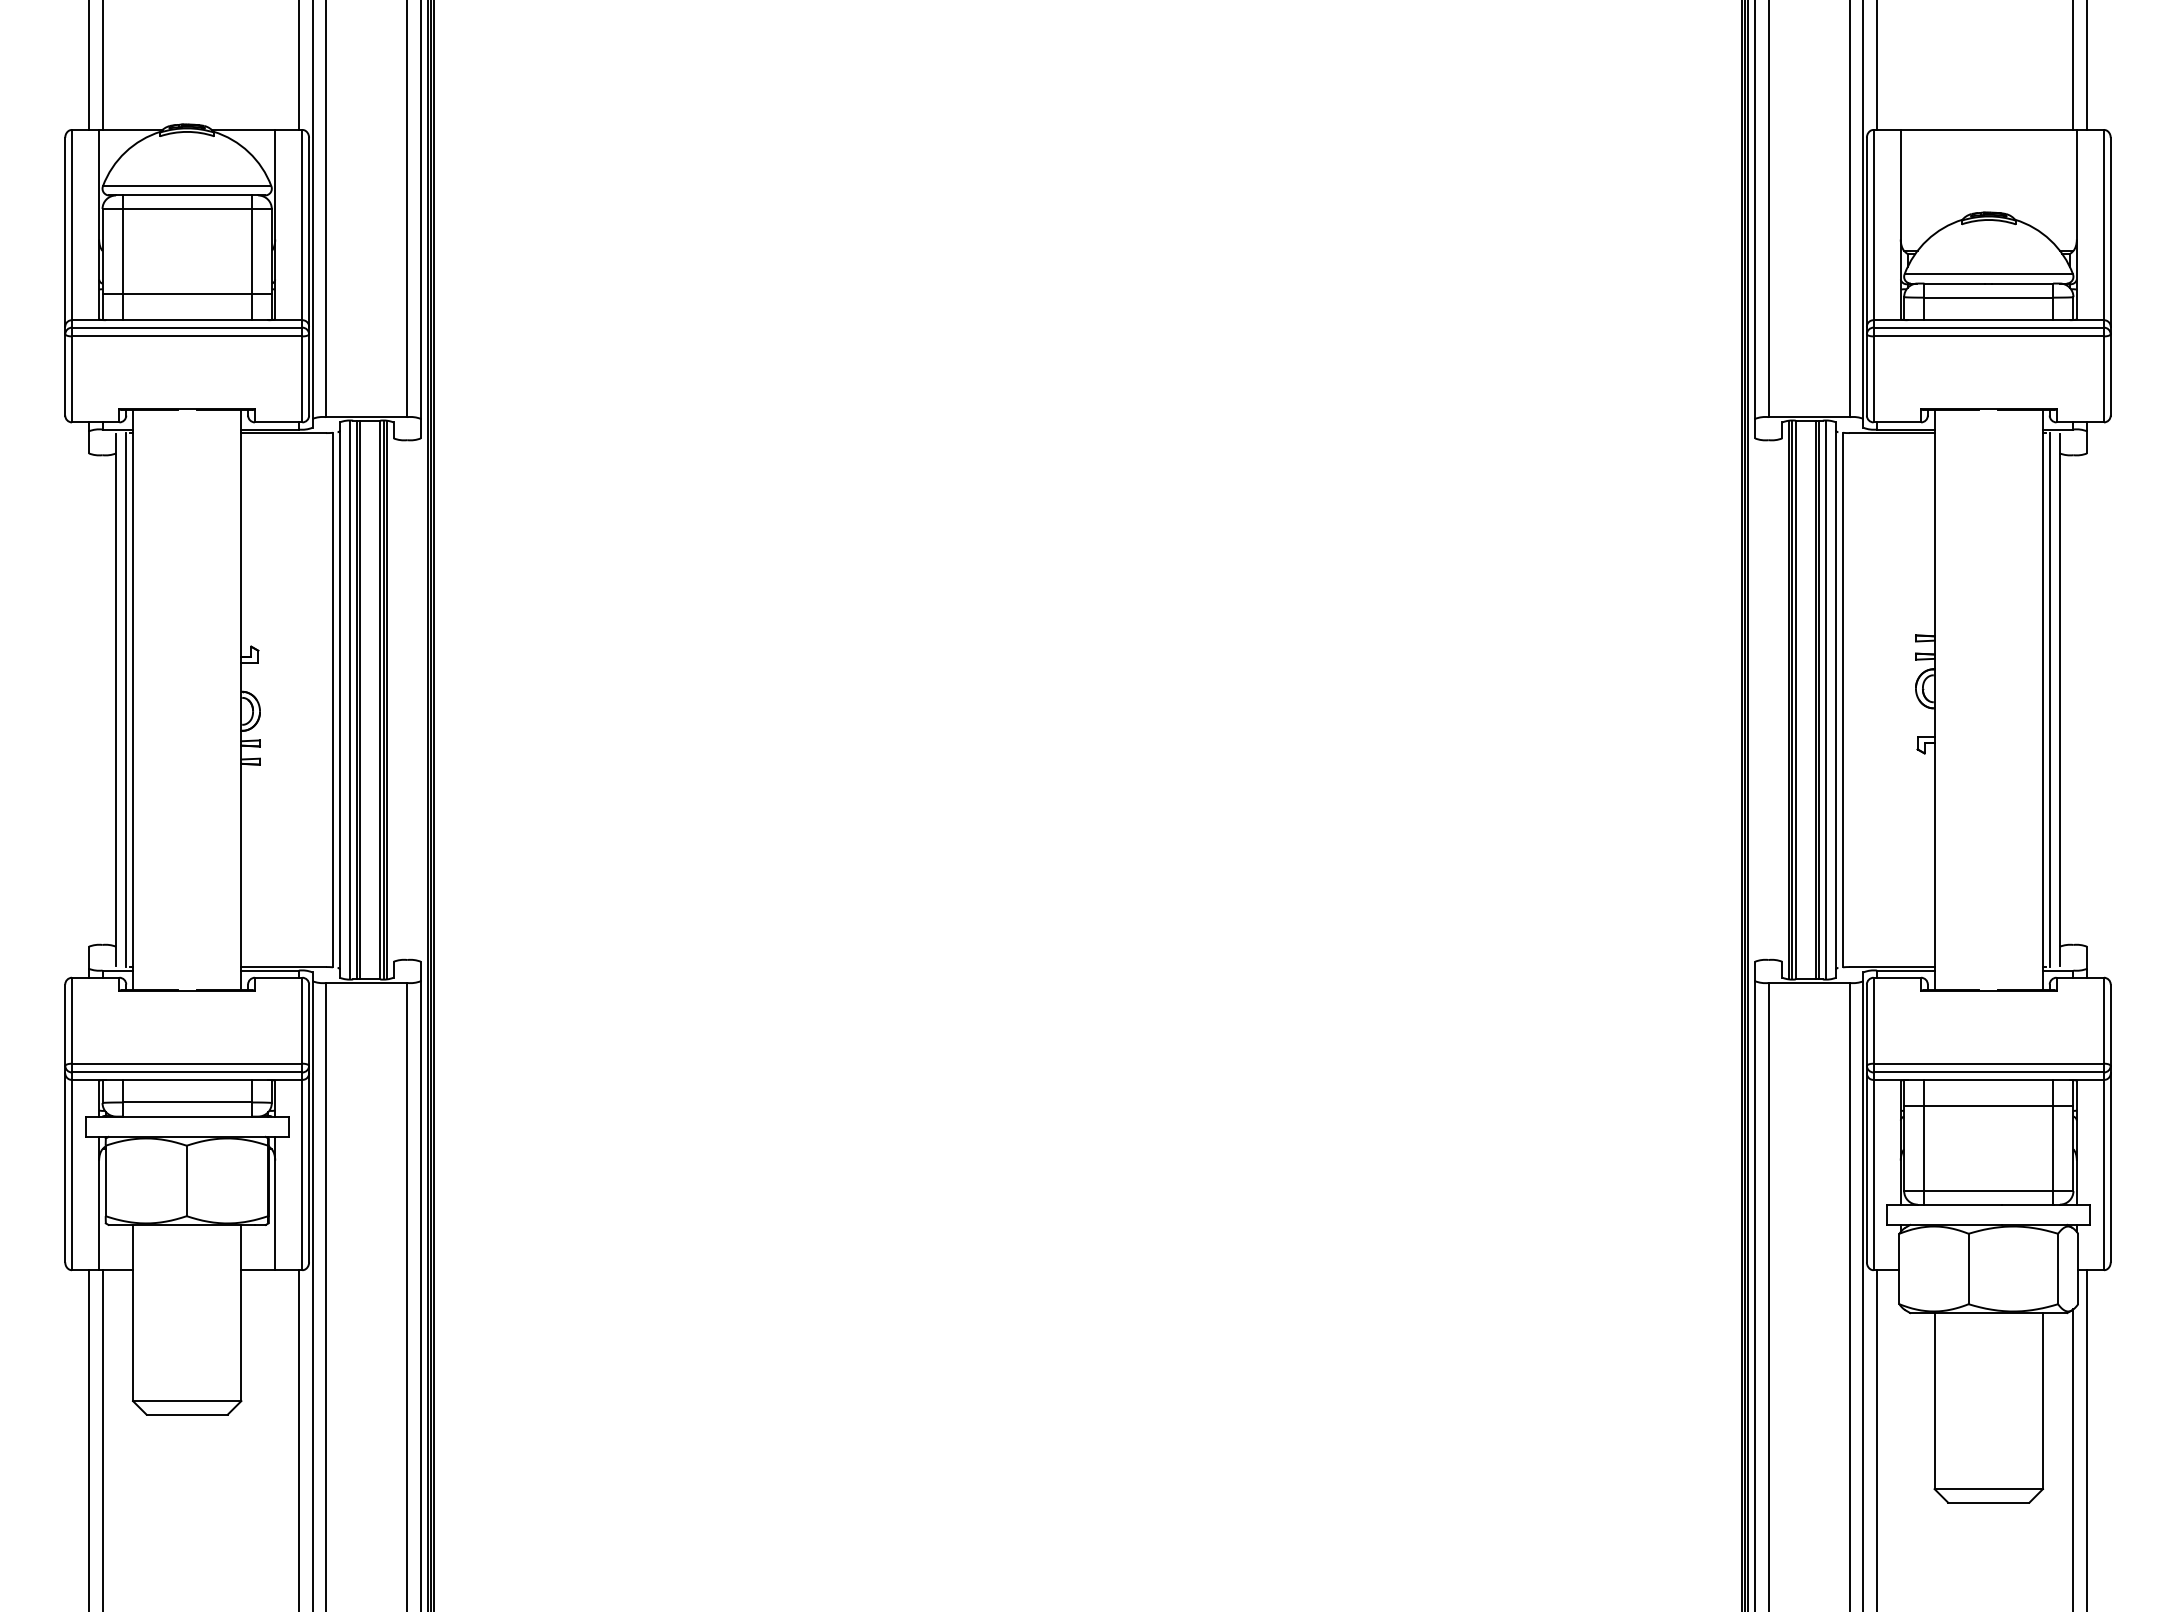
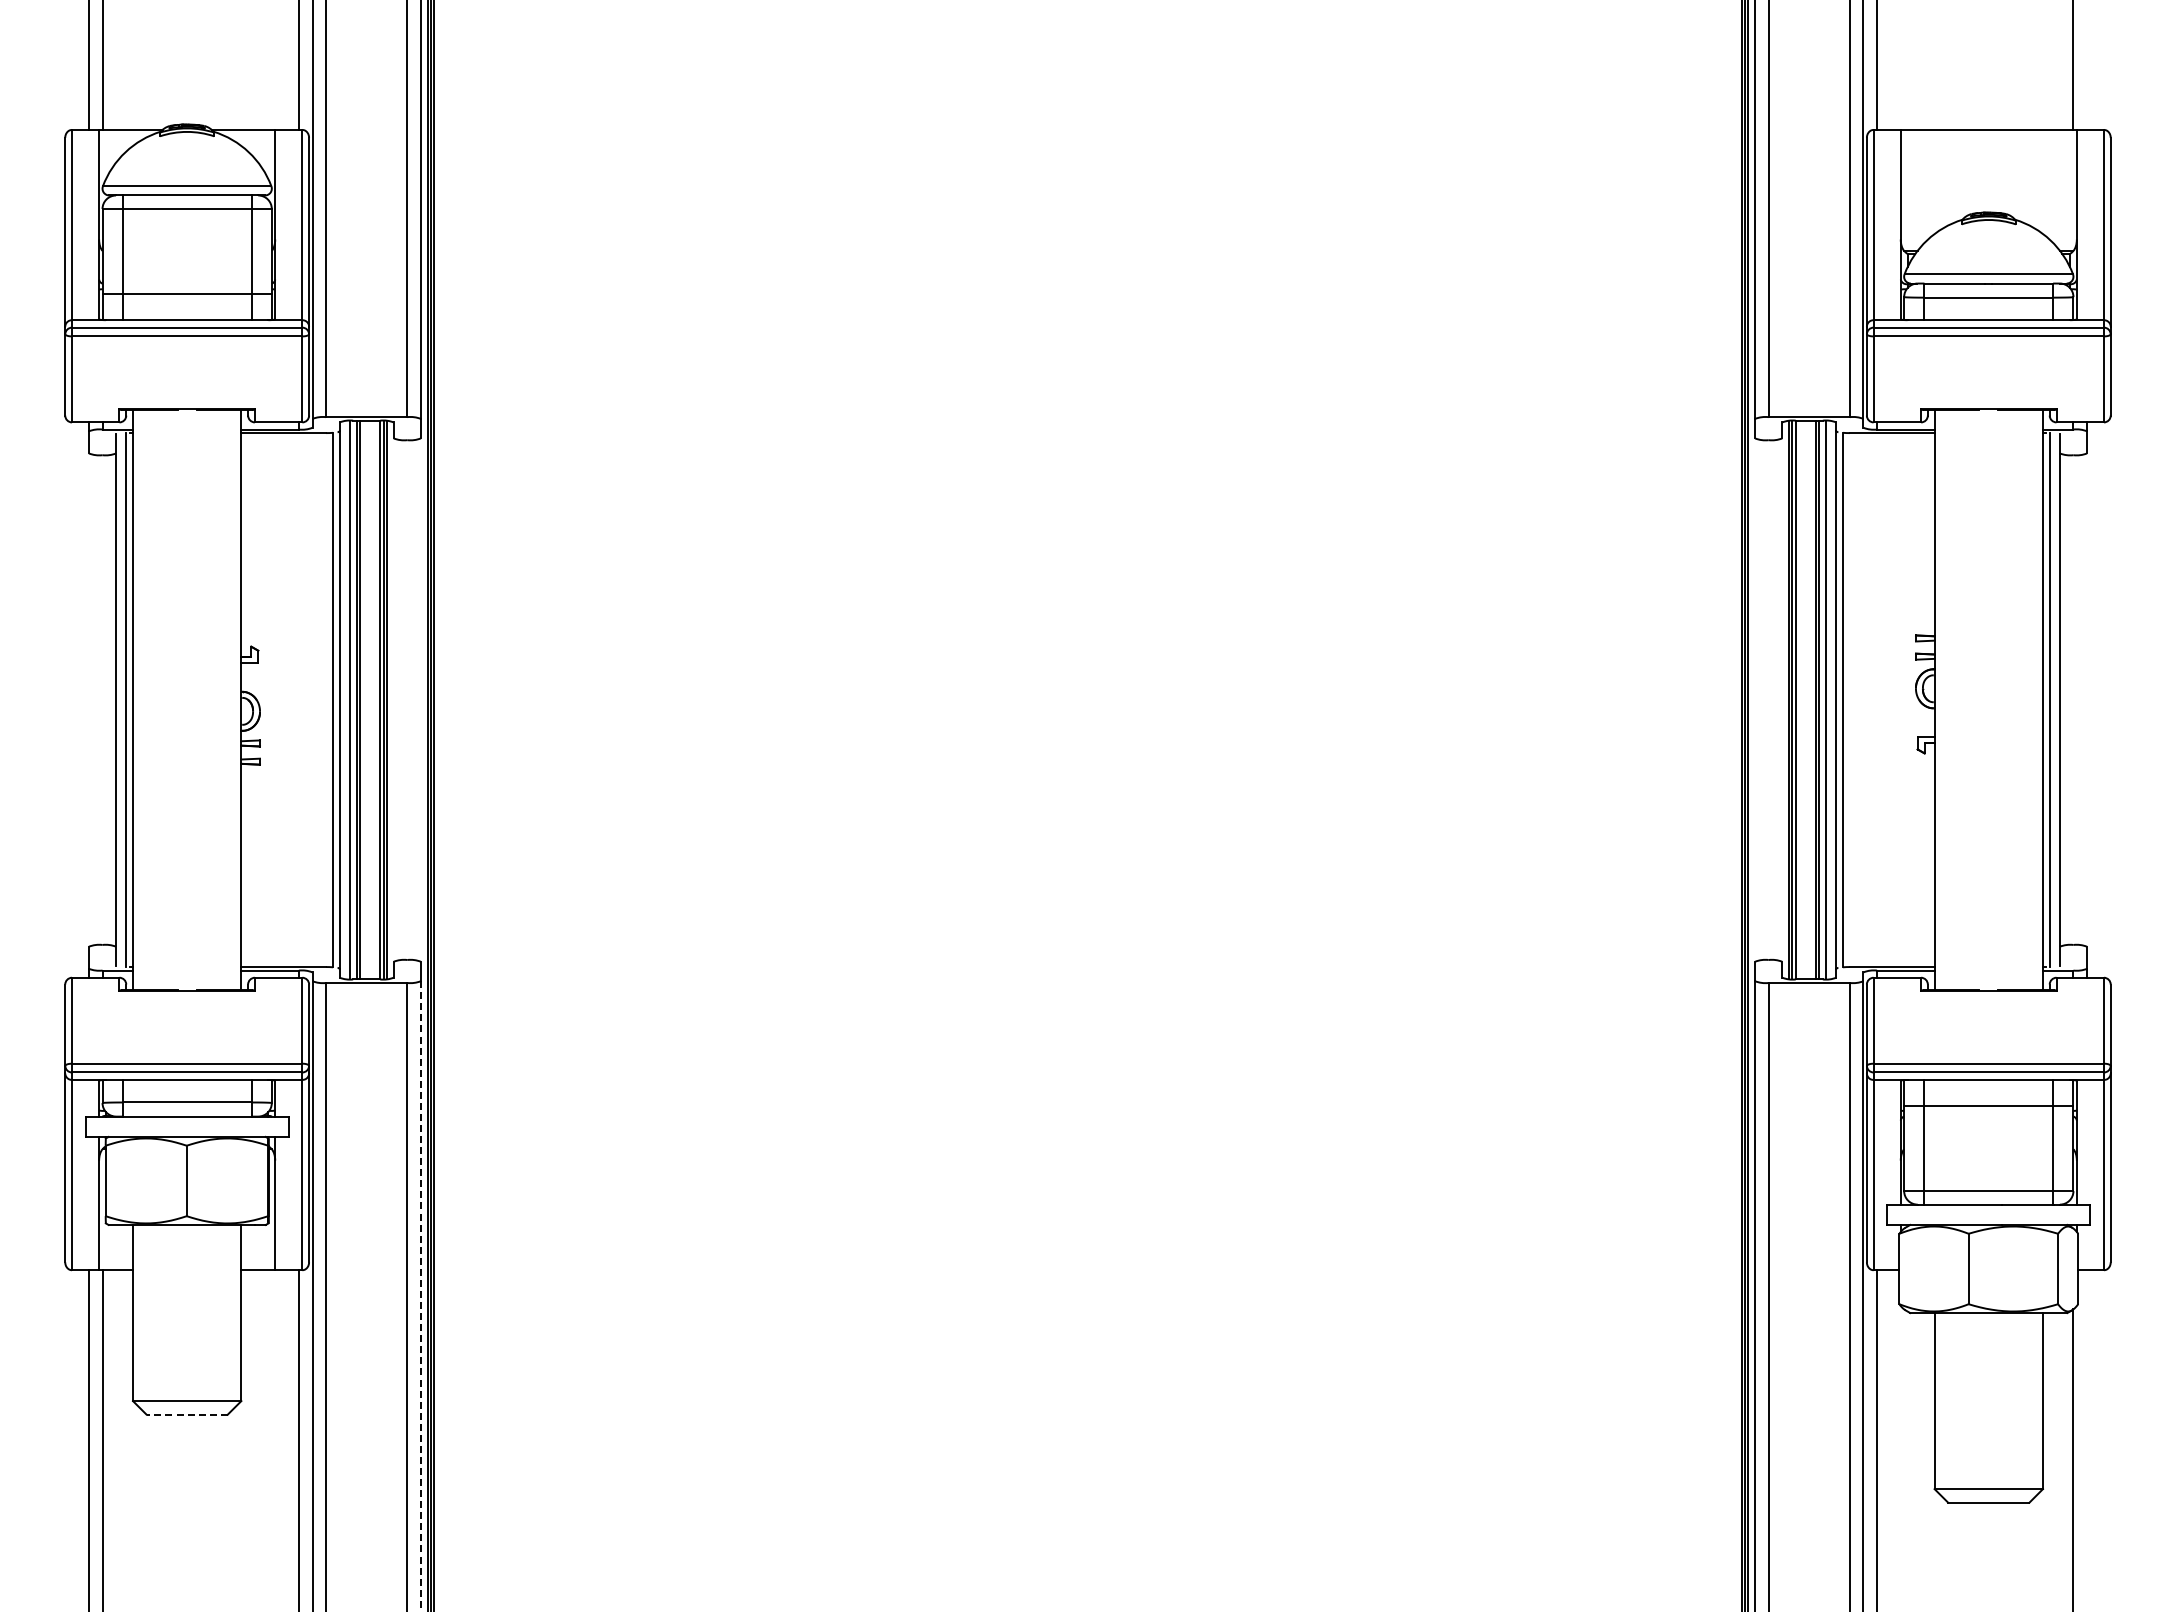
line at (2086, 65): present -> none
line at (420, 1296): solid -> dashed
line at (187, 1414): solid -> dashed
line at (2086, 1439): present -> none
